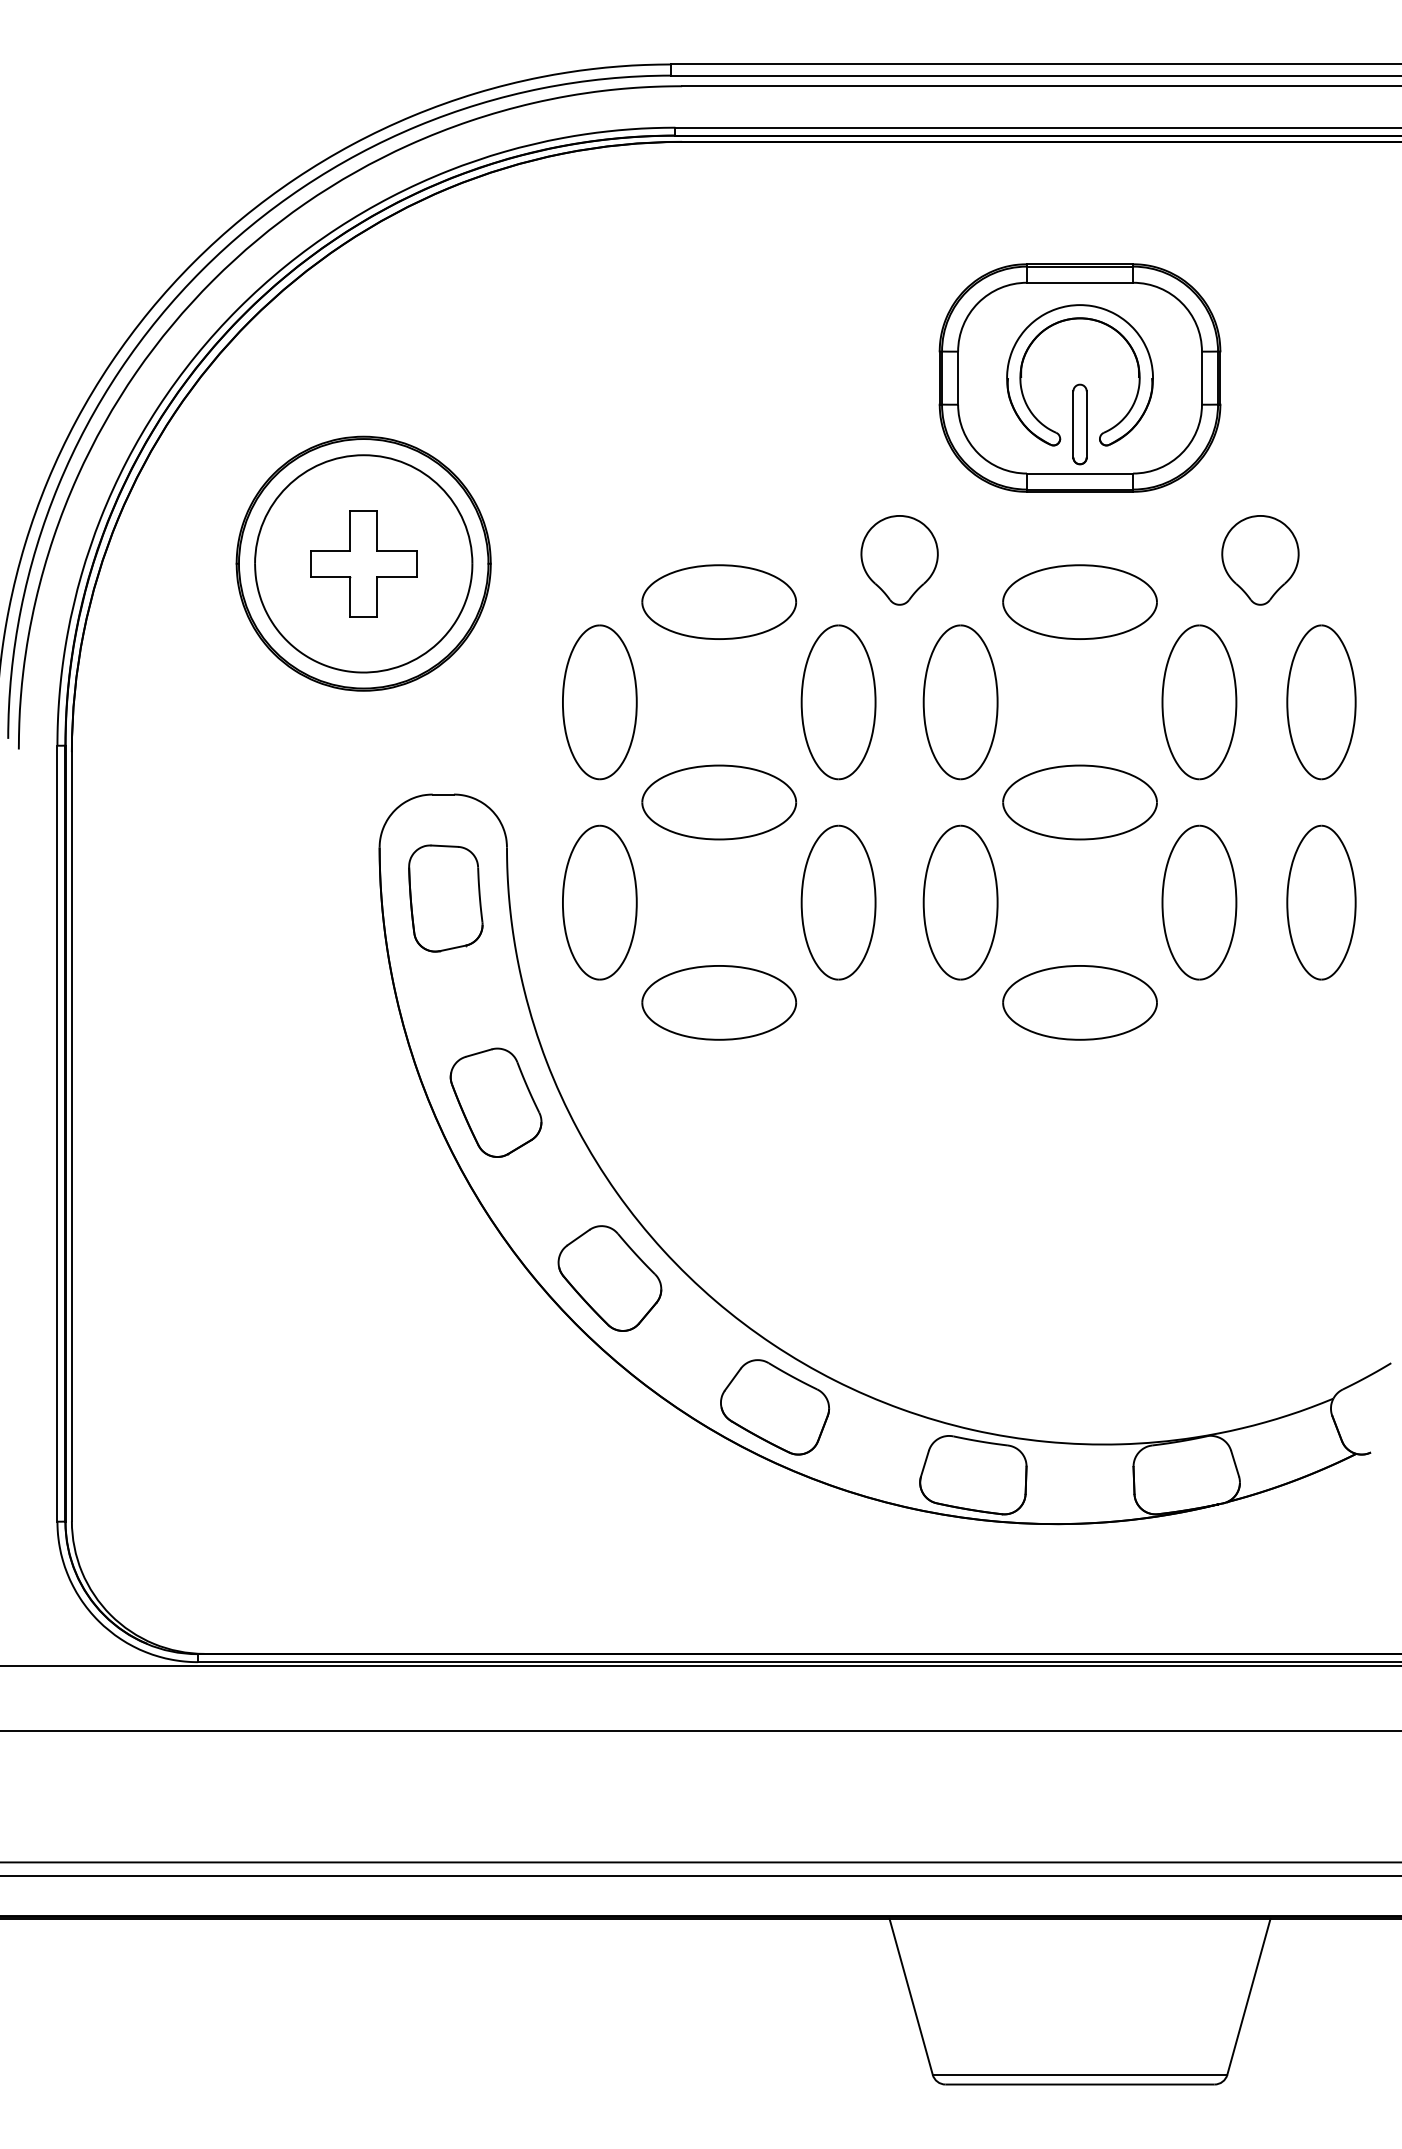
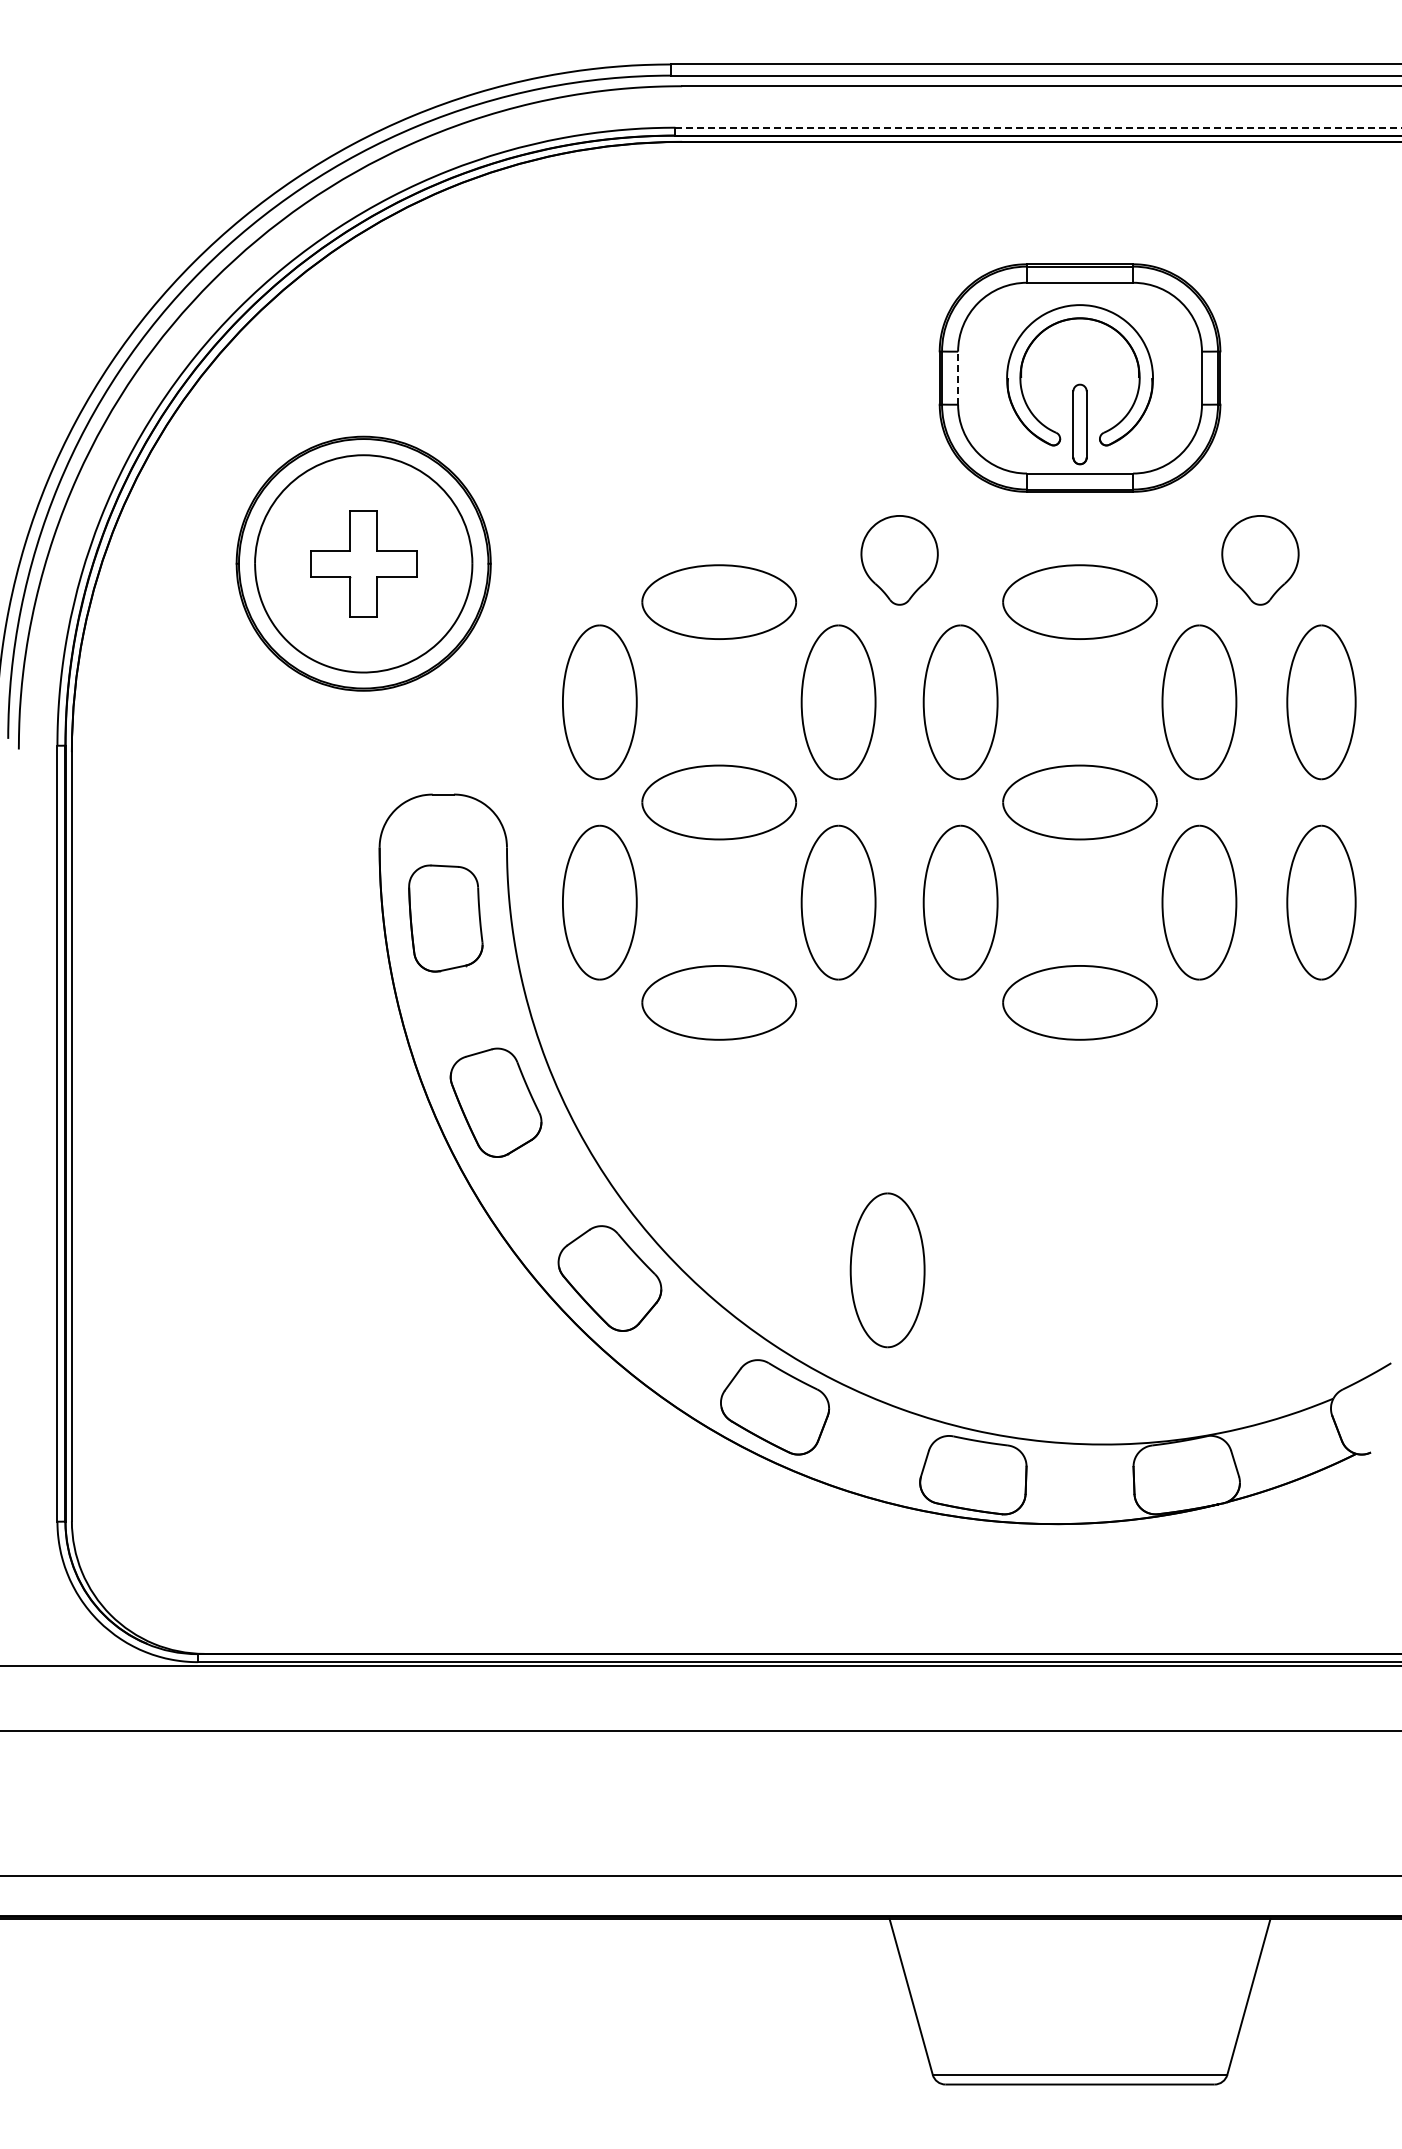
line at (1039, 127): solid -> dashed
line at (958, 378): solid -> dashed
part at (445, 898) position: (445, 898) -> (445, 918)
part at (887, 1270): none -> present
line at (700, 1862): present -> none
